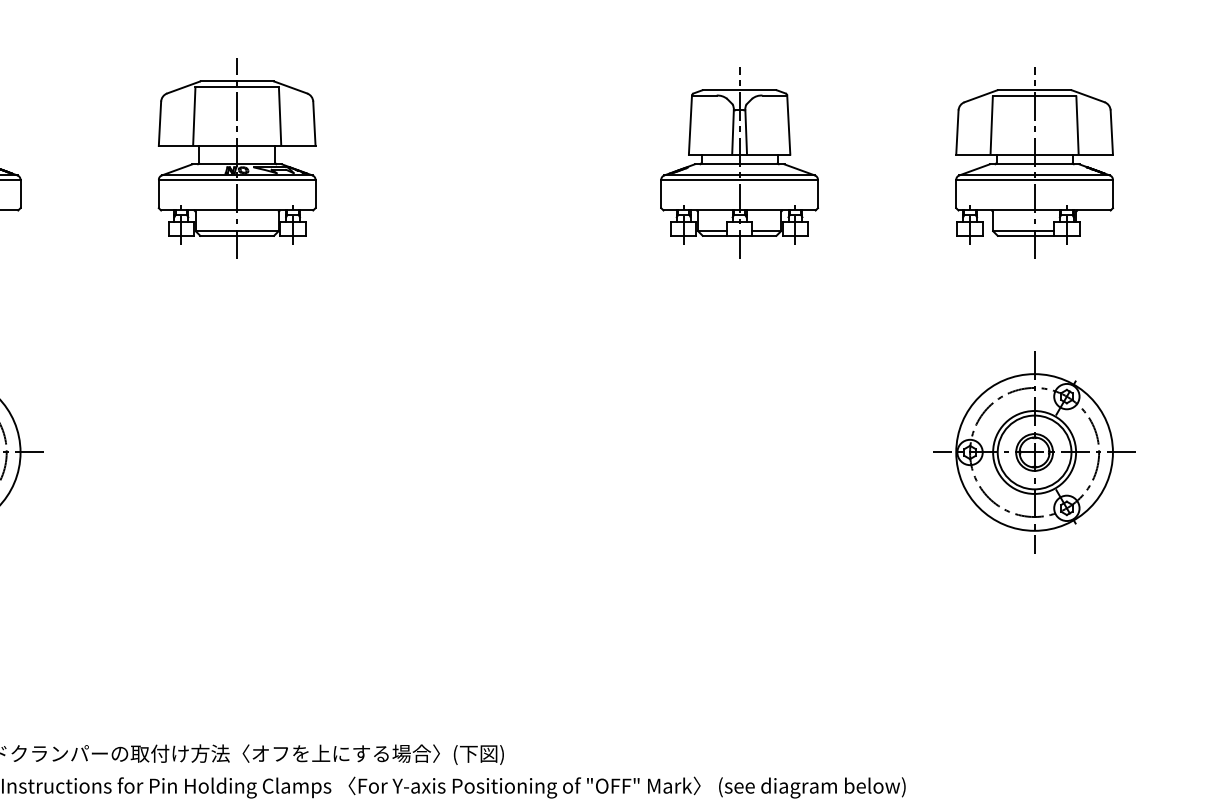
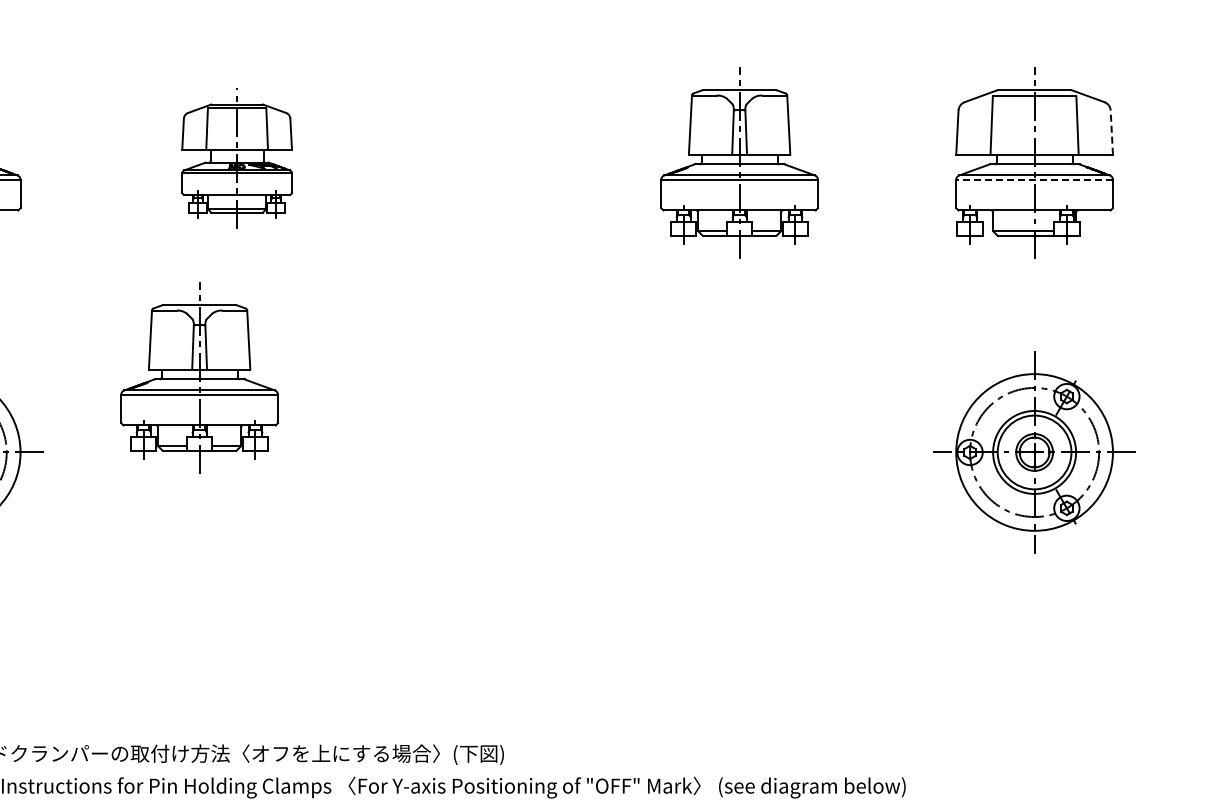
line at (1111, 132): solid -> dashed
part at (236, 158) size: 160x201 px -> 113x141 px
line at (1034, 179): solid -> dashed
part at (199, 377): none -> present
